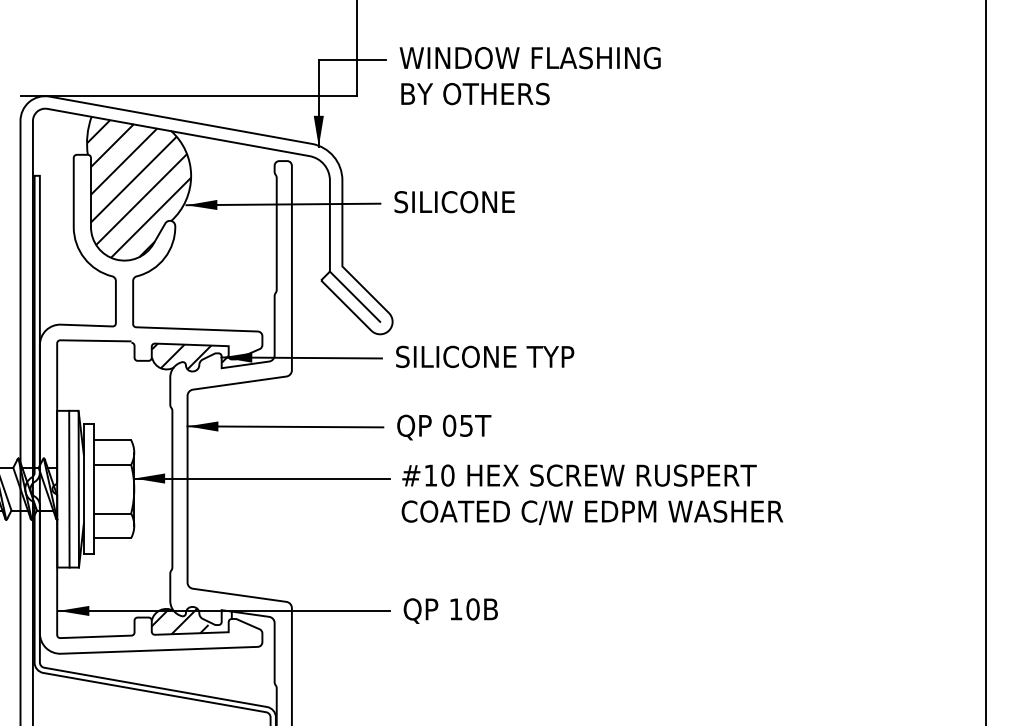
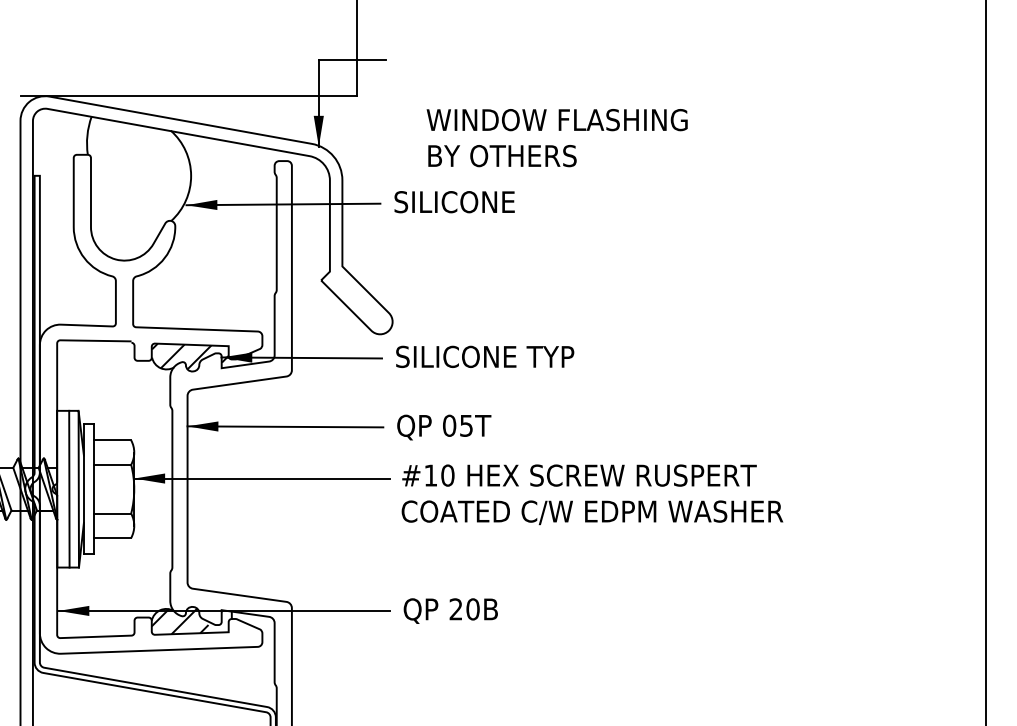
text at (529, 76) position: (529, 76) -> (556, 138)
hatch at (139, 188): present -> none
line at (354, 296): present -> none
text at (455, 609): 10B -> 20B
